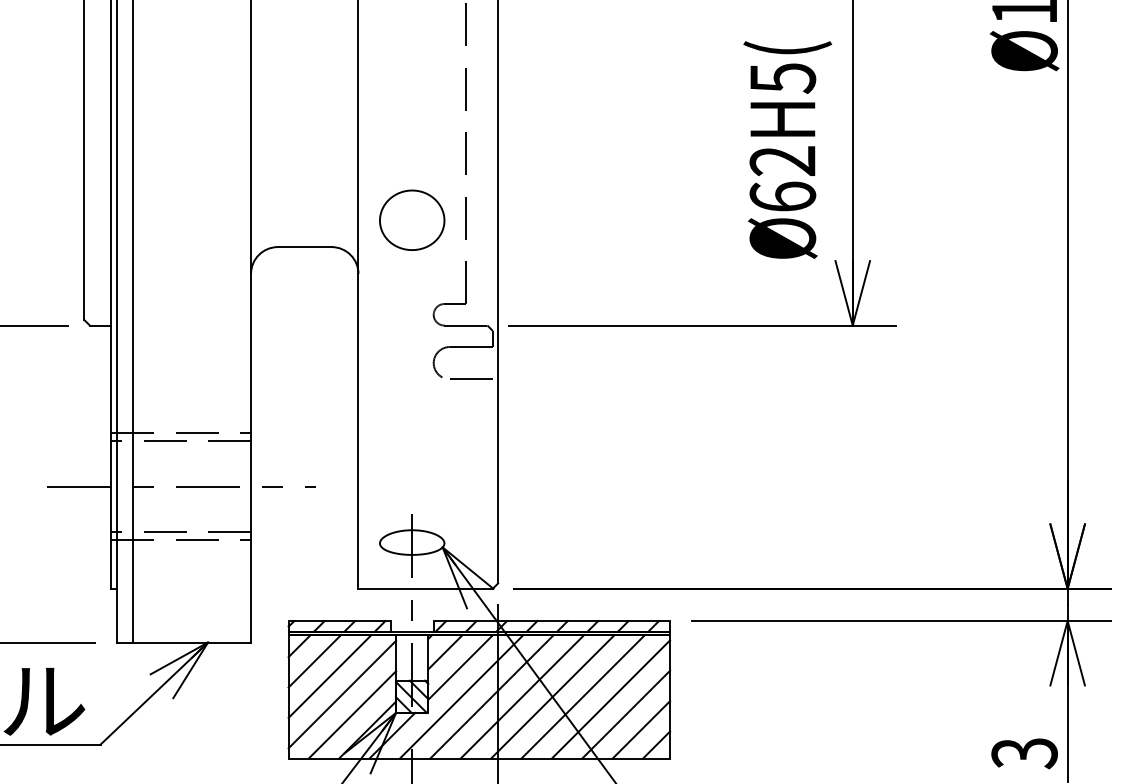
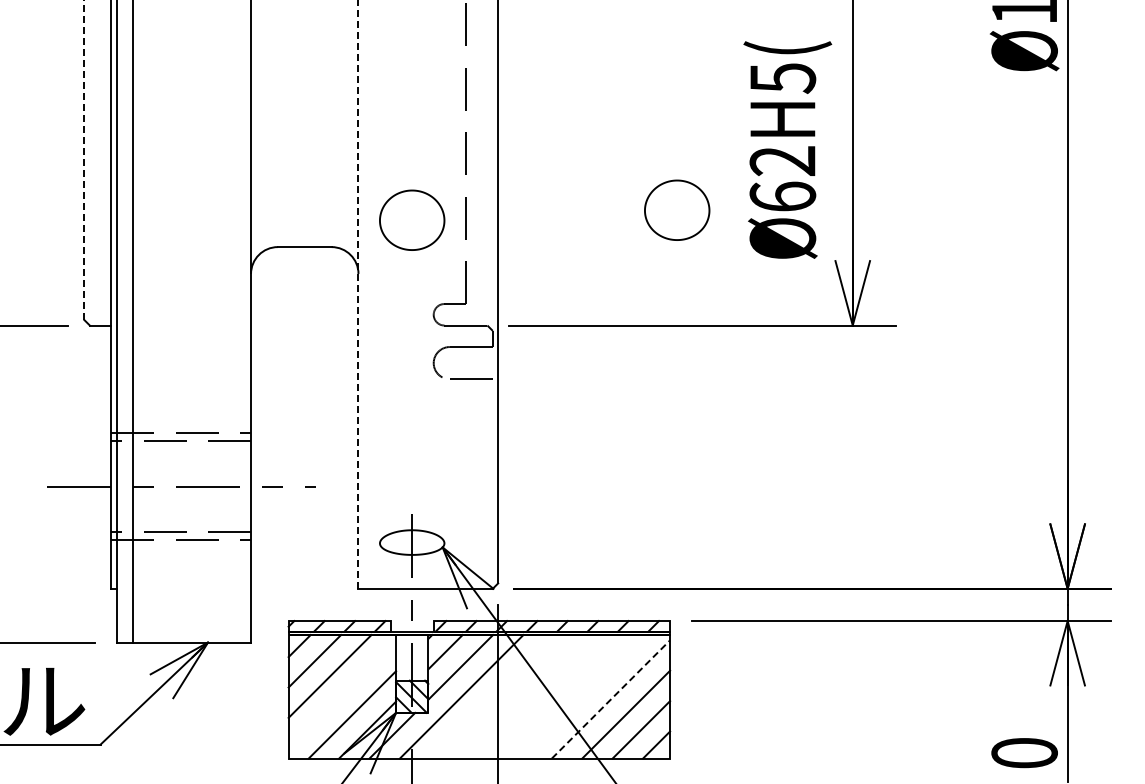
line at (84, 160): solid -> dashed
part at (677, 209): none -> present
line at (358, 294): solid -> dashed
line at (342, 694): present -> none
line at (491, 696): present -> none
line at (522, 696): present -> none
line at (552, 696): present -> none
line at (583, 696): present -> none
line at (610, 699): solid -> dashed
text at (1024, 753): 3 -> 0
